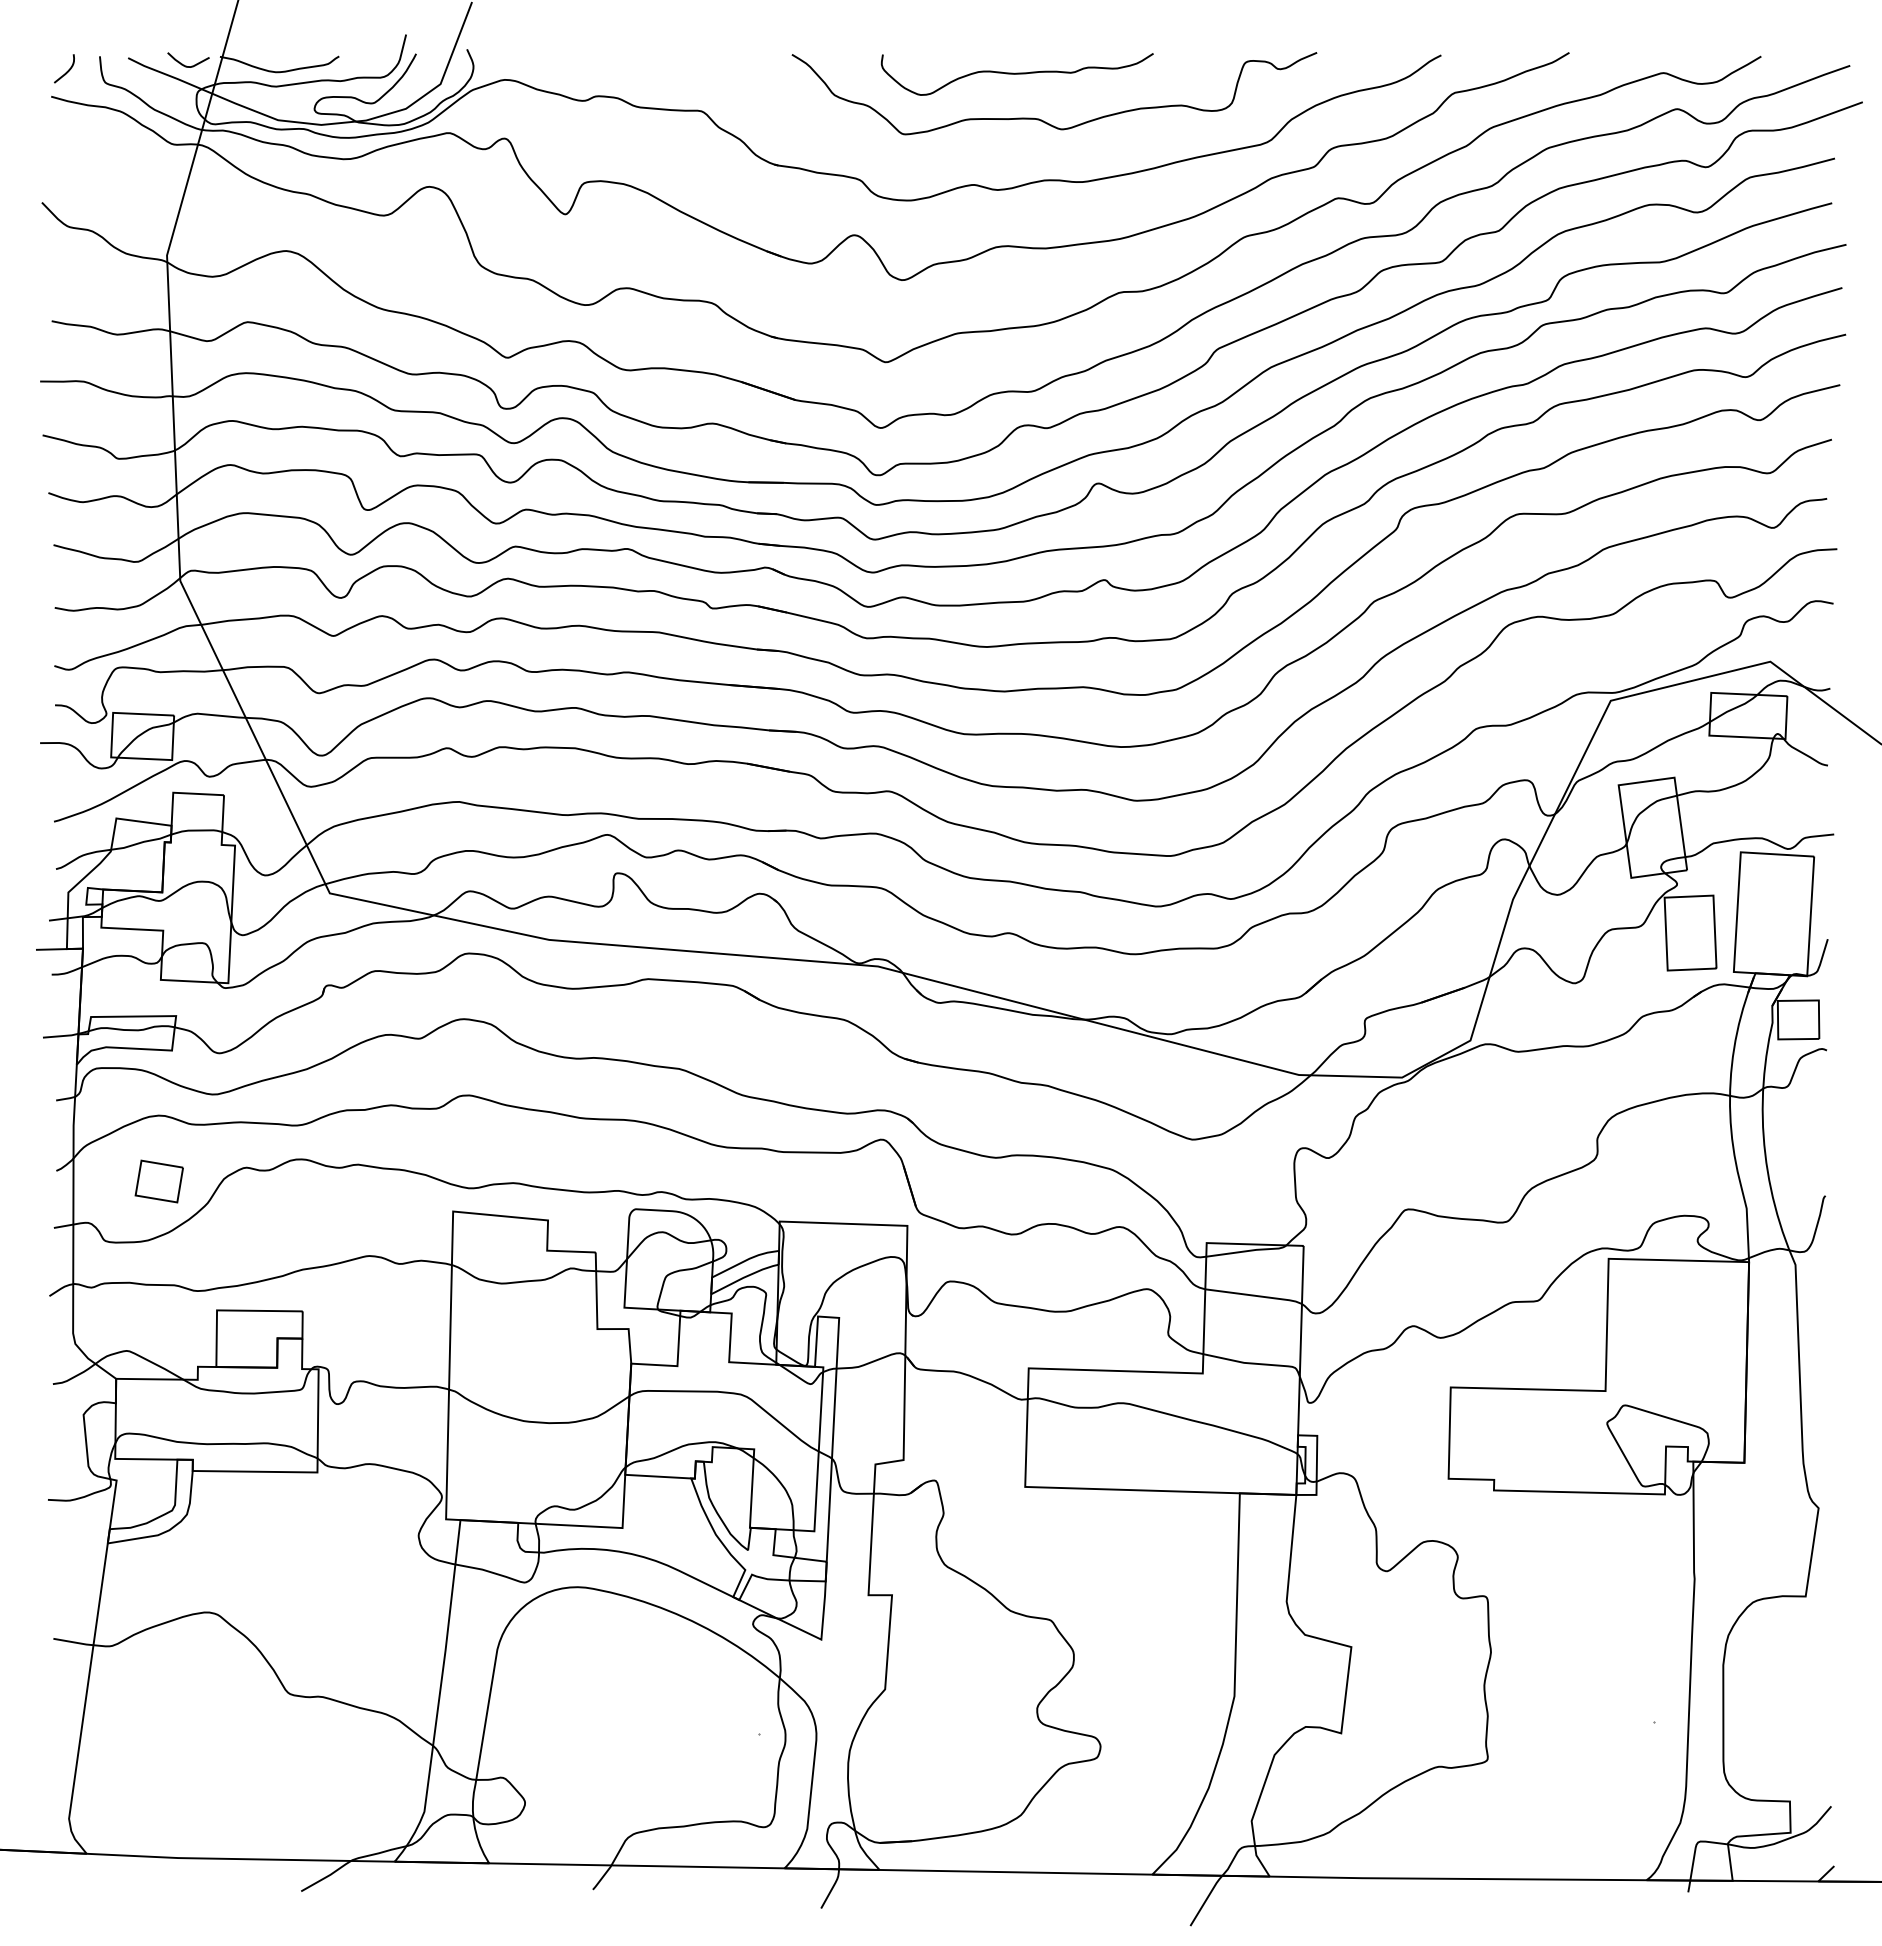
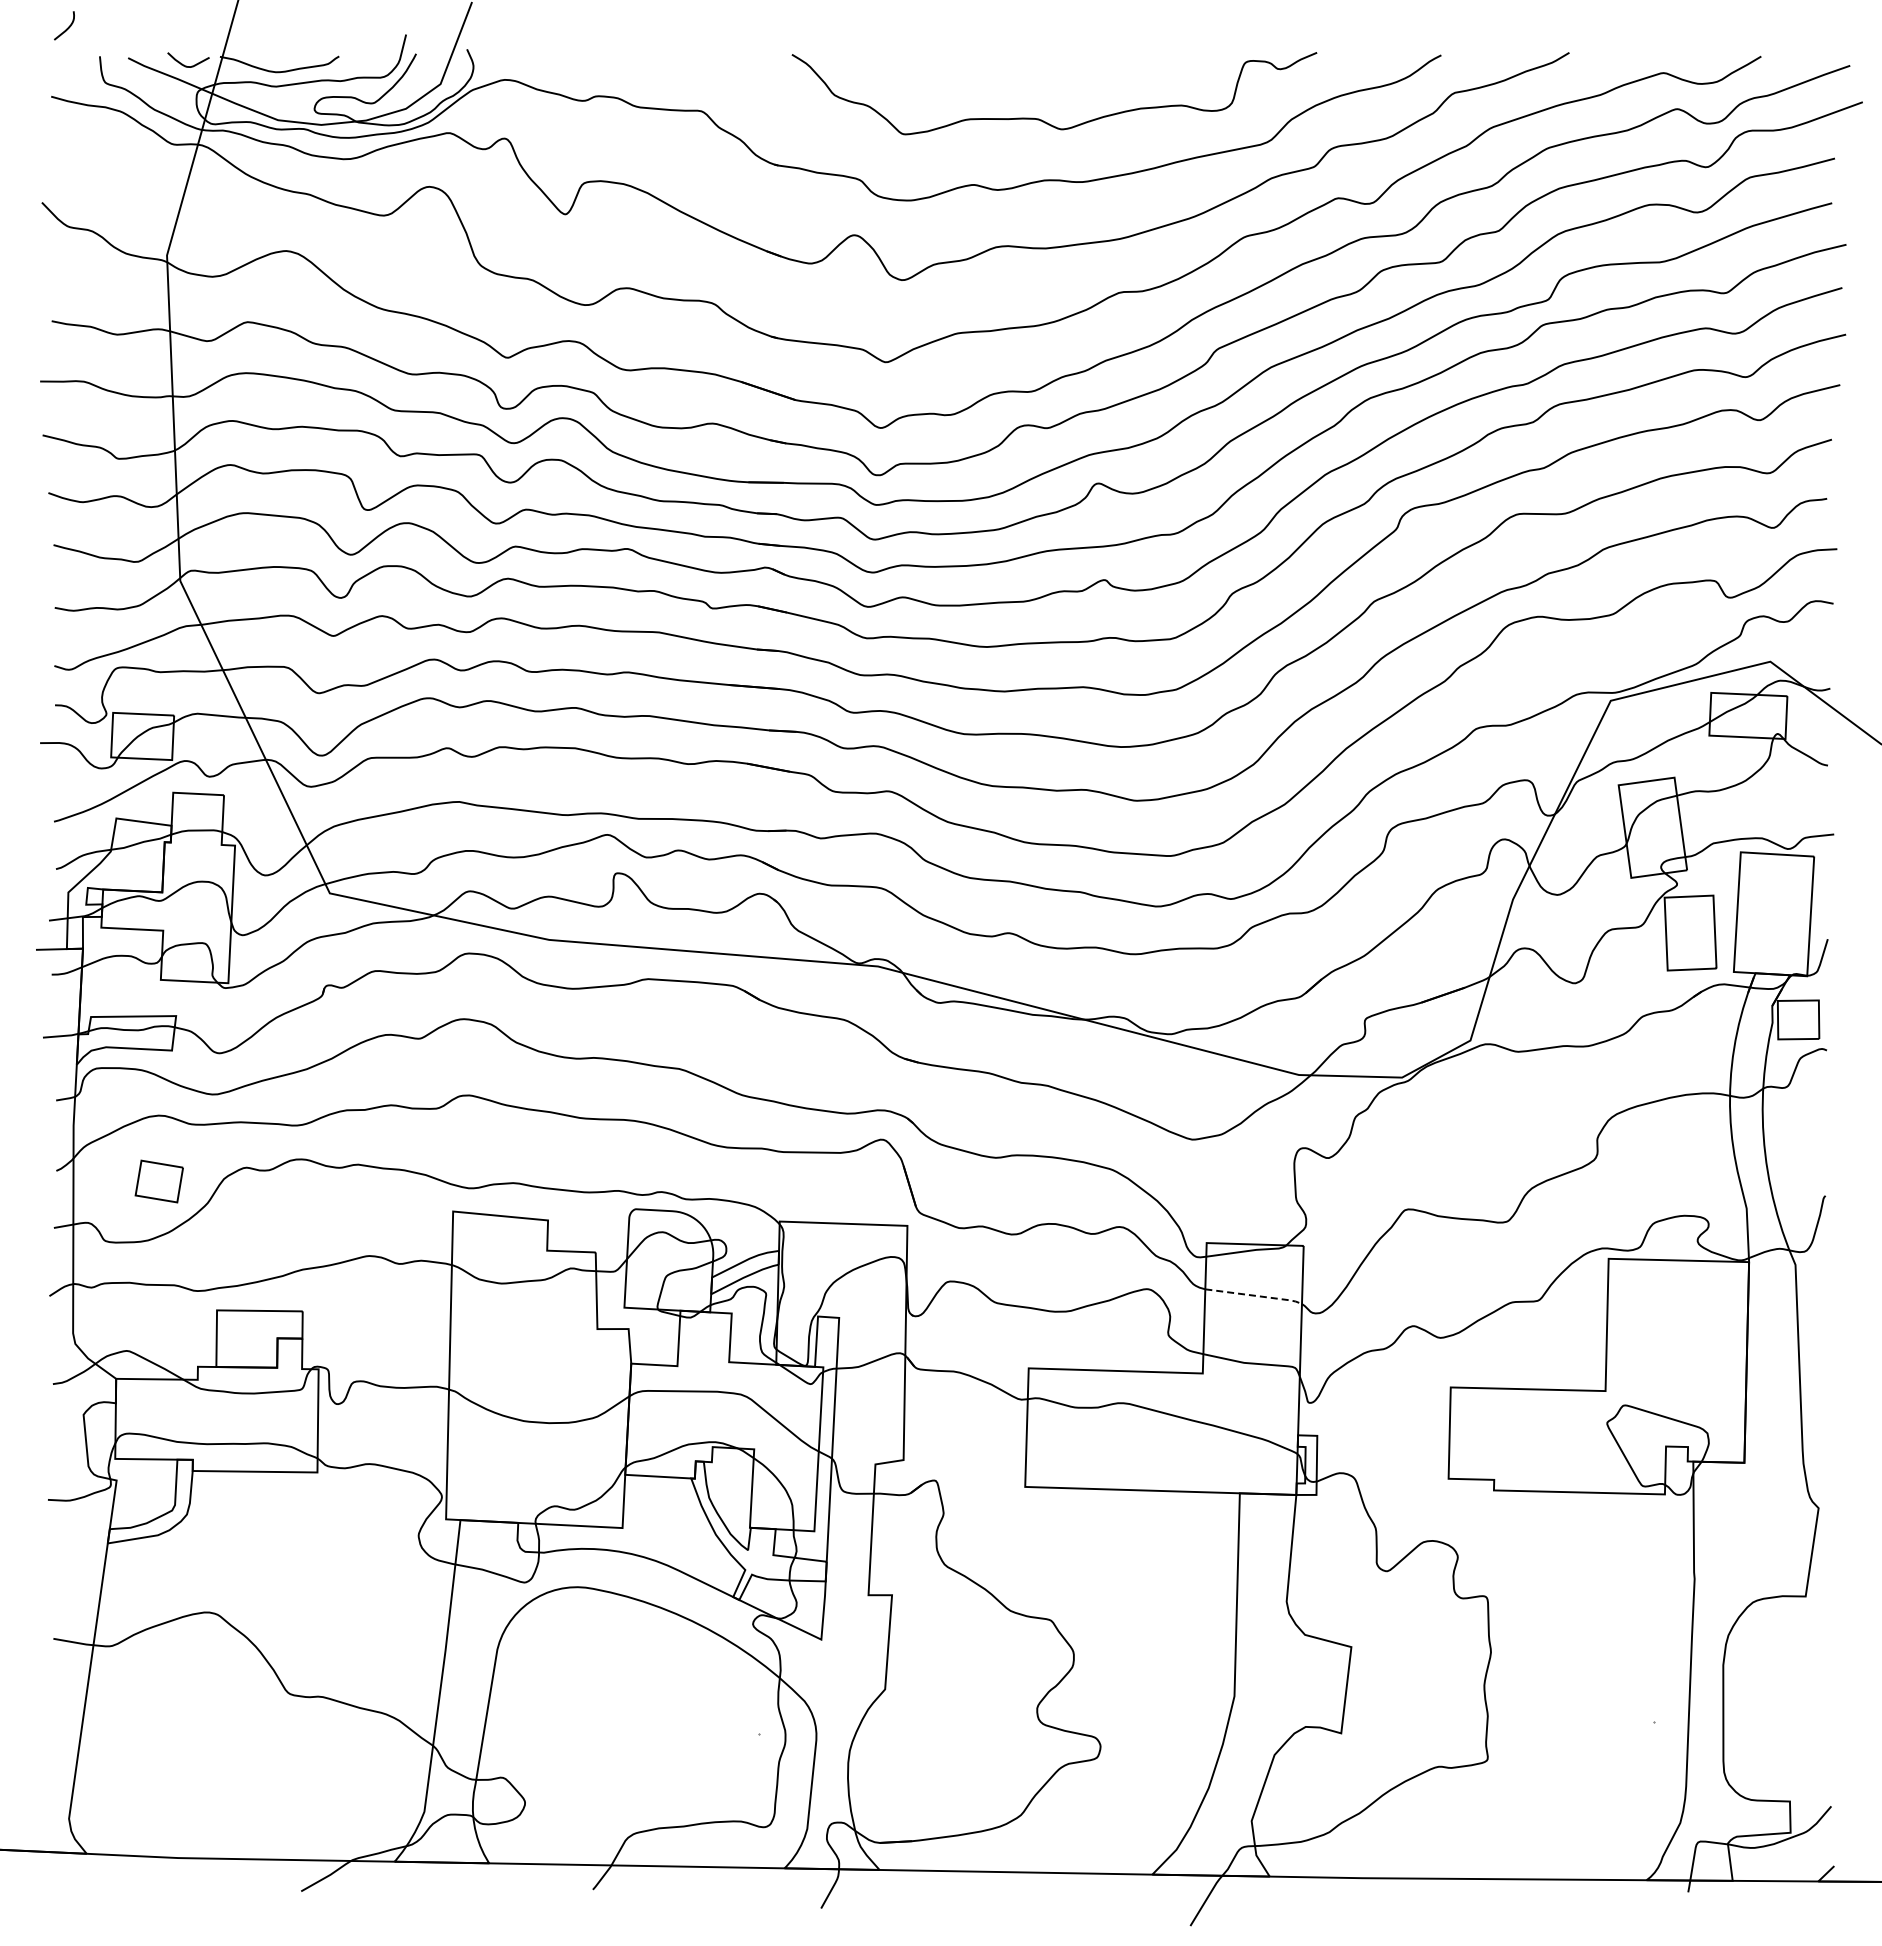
curve at (67, 70) position: (67, 70) -> (67, 27)
curve at (1016, 74): present -> none
line at (1255, 1295): solid -> dashed
